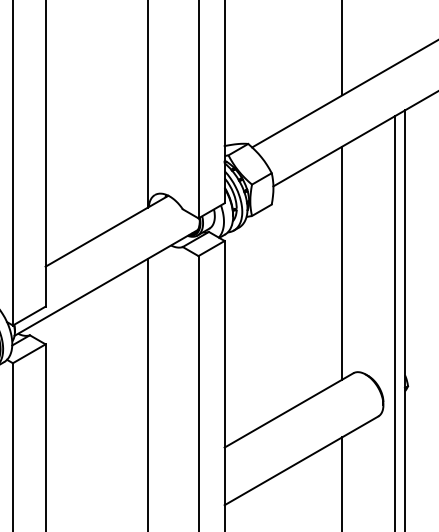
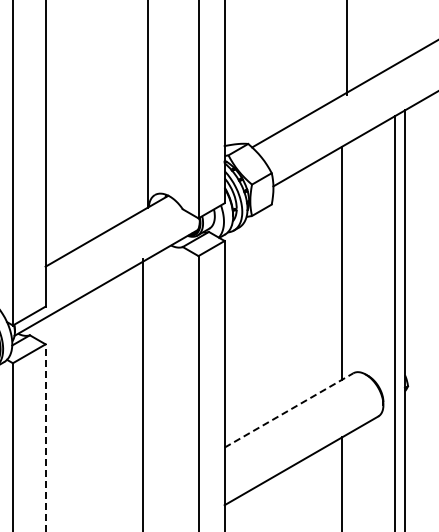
line at (342, 48) position: (342, 48) -> (347, 48)
line at (147, 393) position: (147, 393) -> (142, 393)
line at (289, 410): solid -> dashed
line at (45, 437): solid -> dashed
